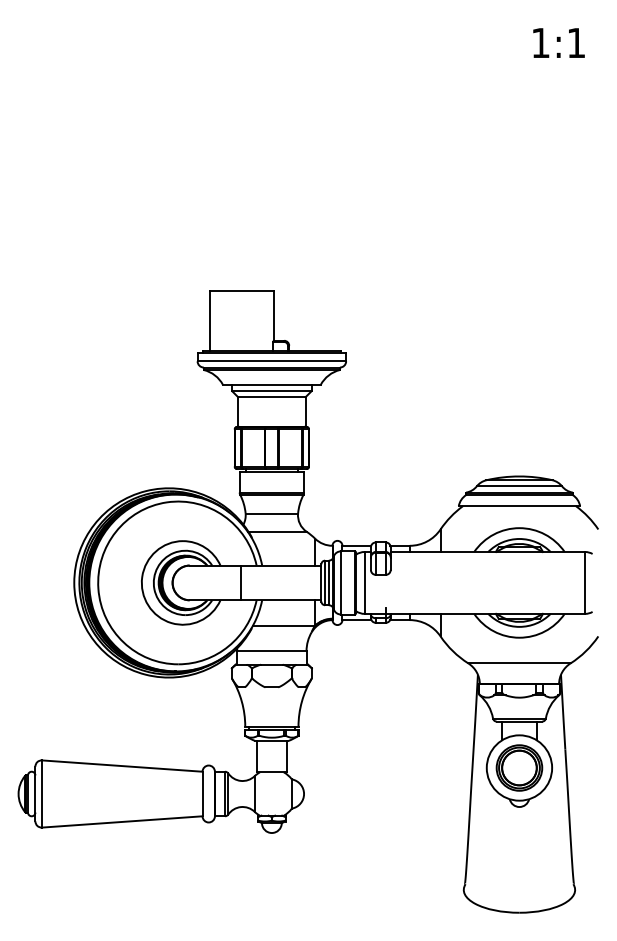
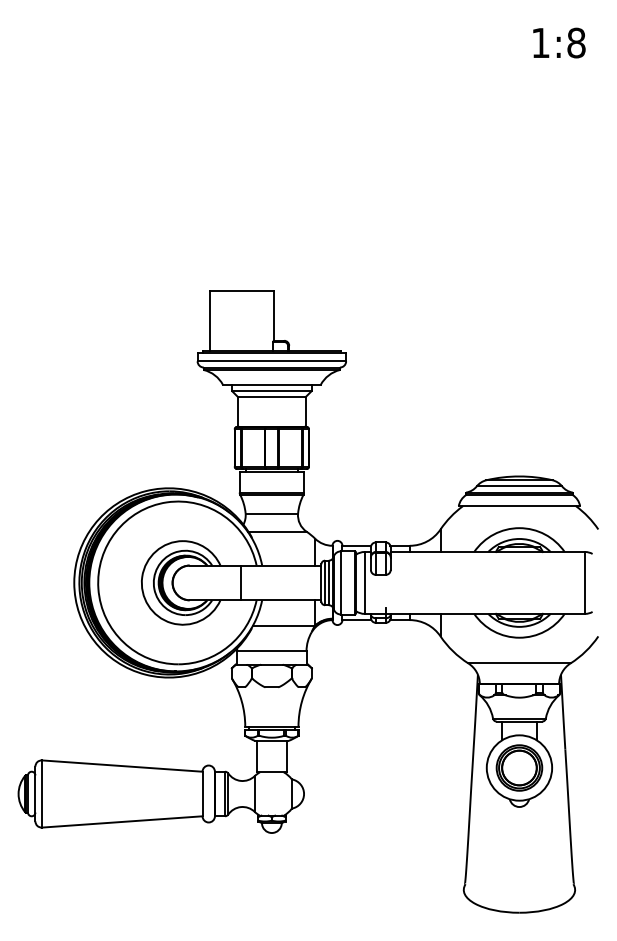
text at (576, 42): 1:1 -> 1:8
